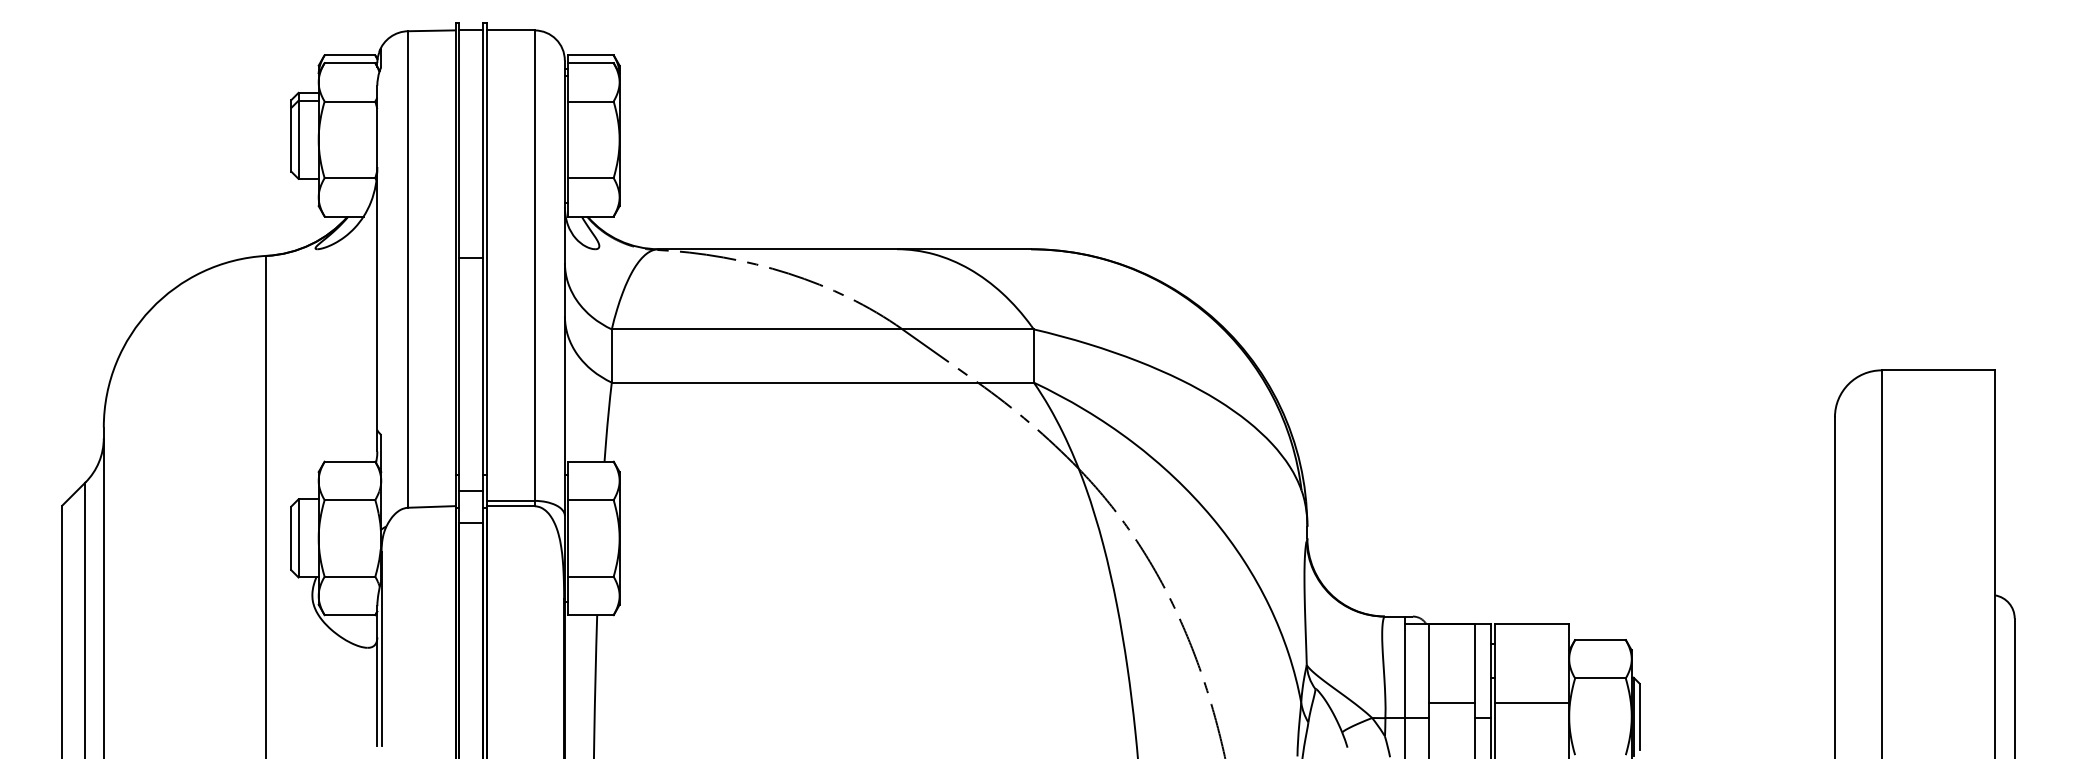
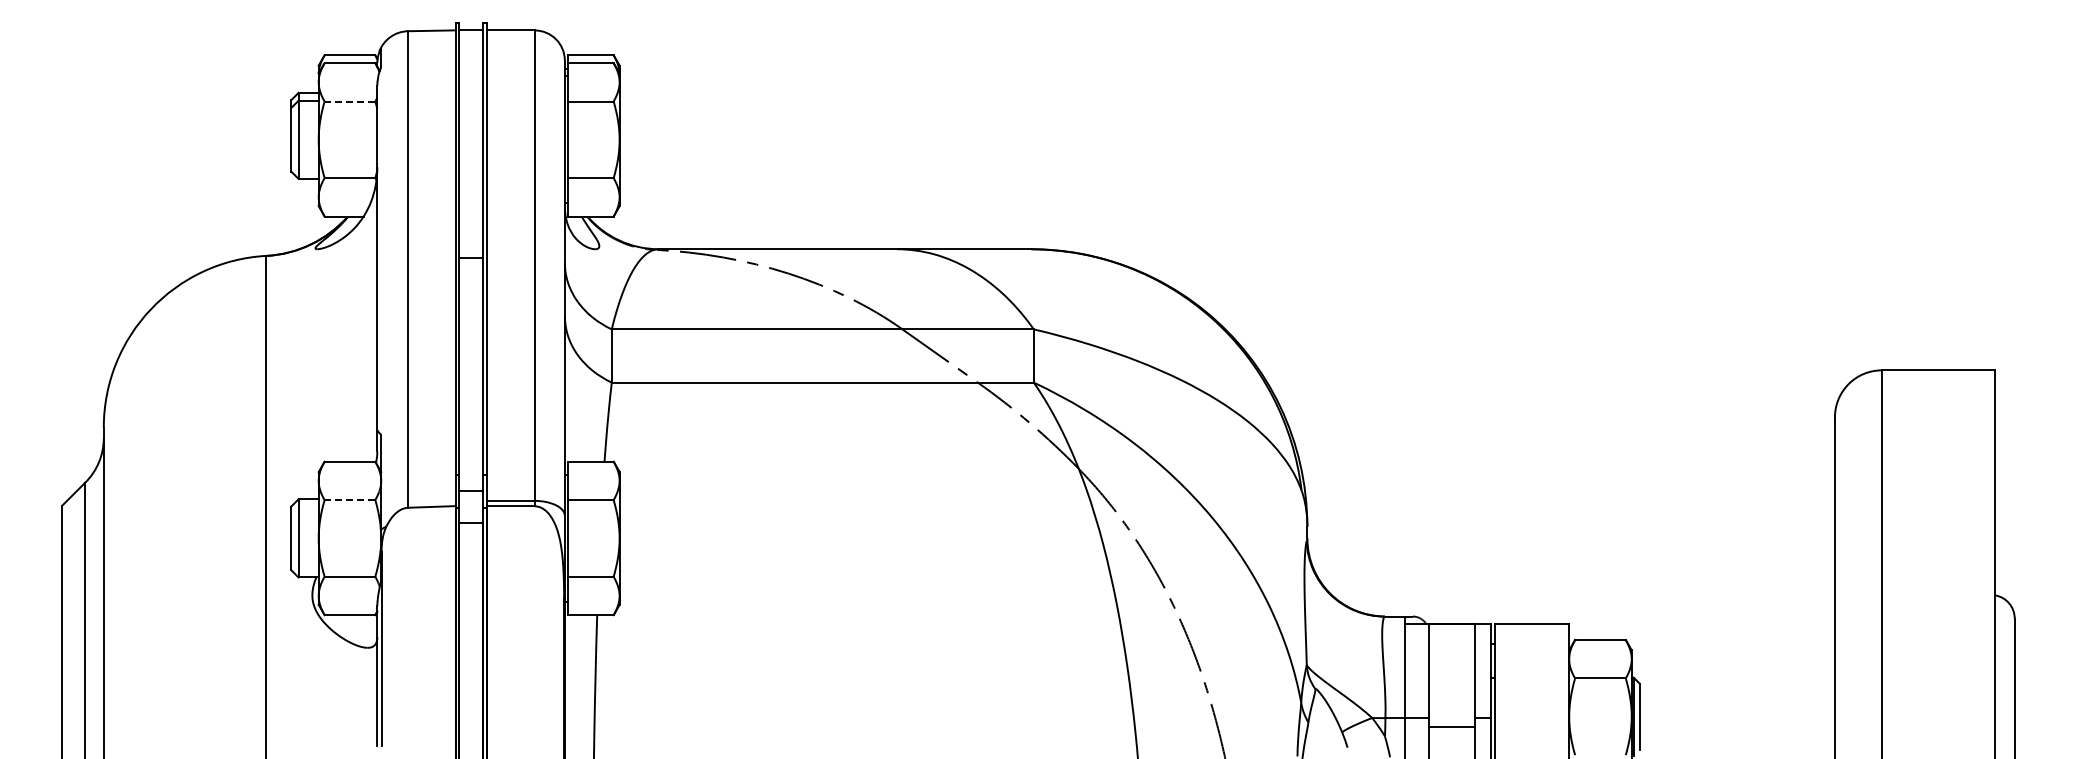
line at (349, 101): solid -> dashed
line at (349, 500): solid -> dashed
line at (1451, 702) position: (1451, 702) -> (1451, 726)
line at (1531, 702): present -> none
